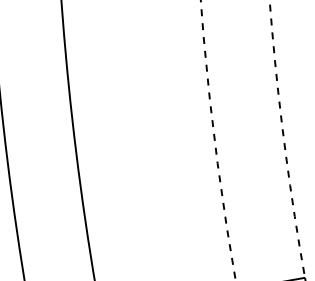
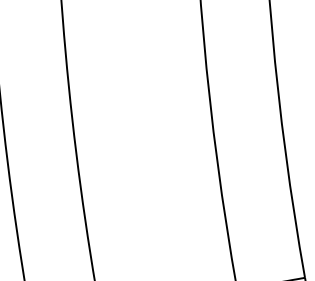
arc at (214, 139): dashed -> solid
arc at (284, 140): dashed -> solid
